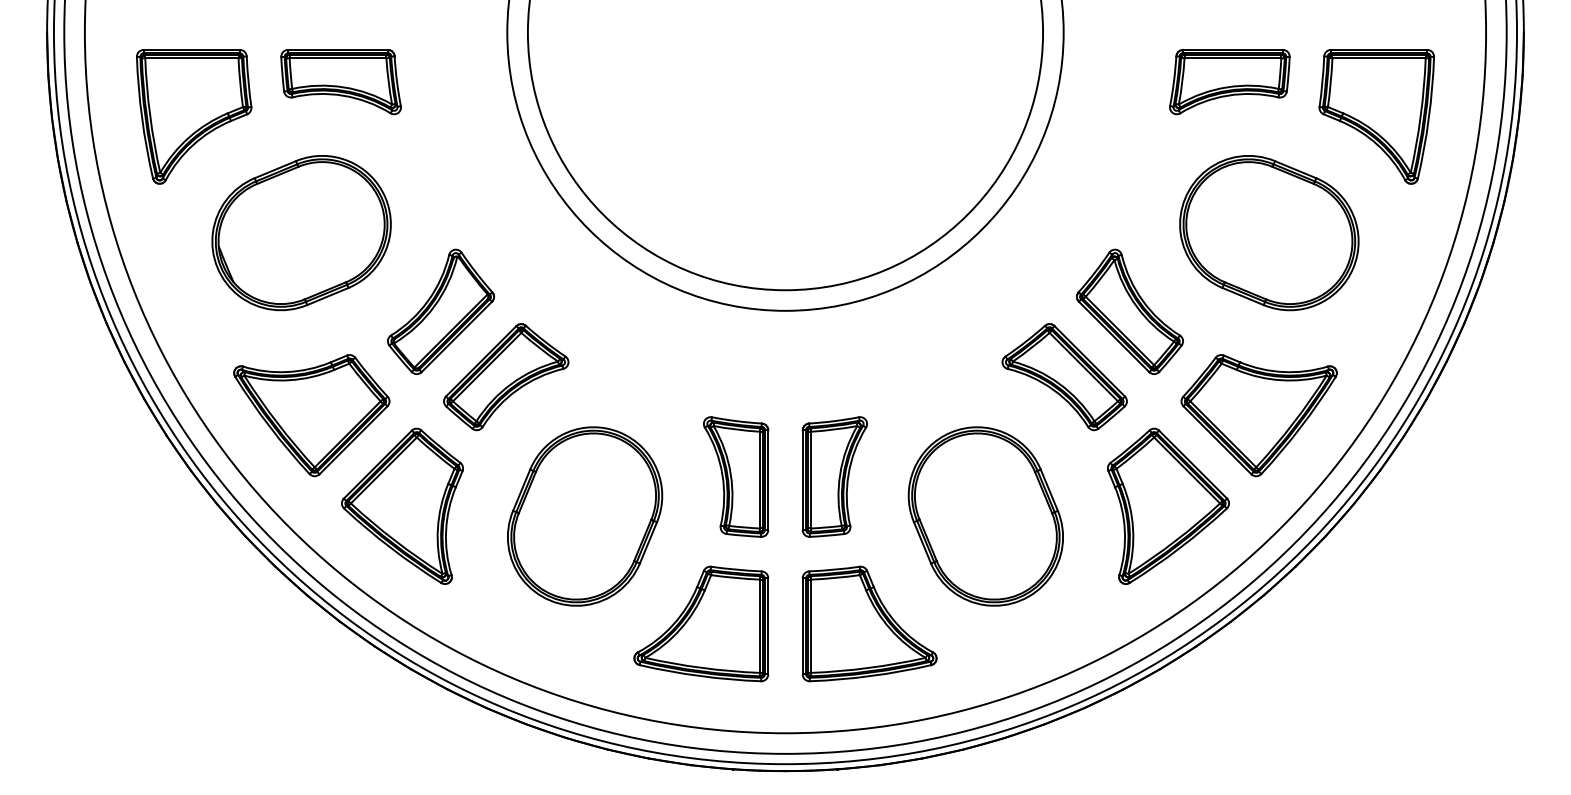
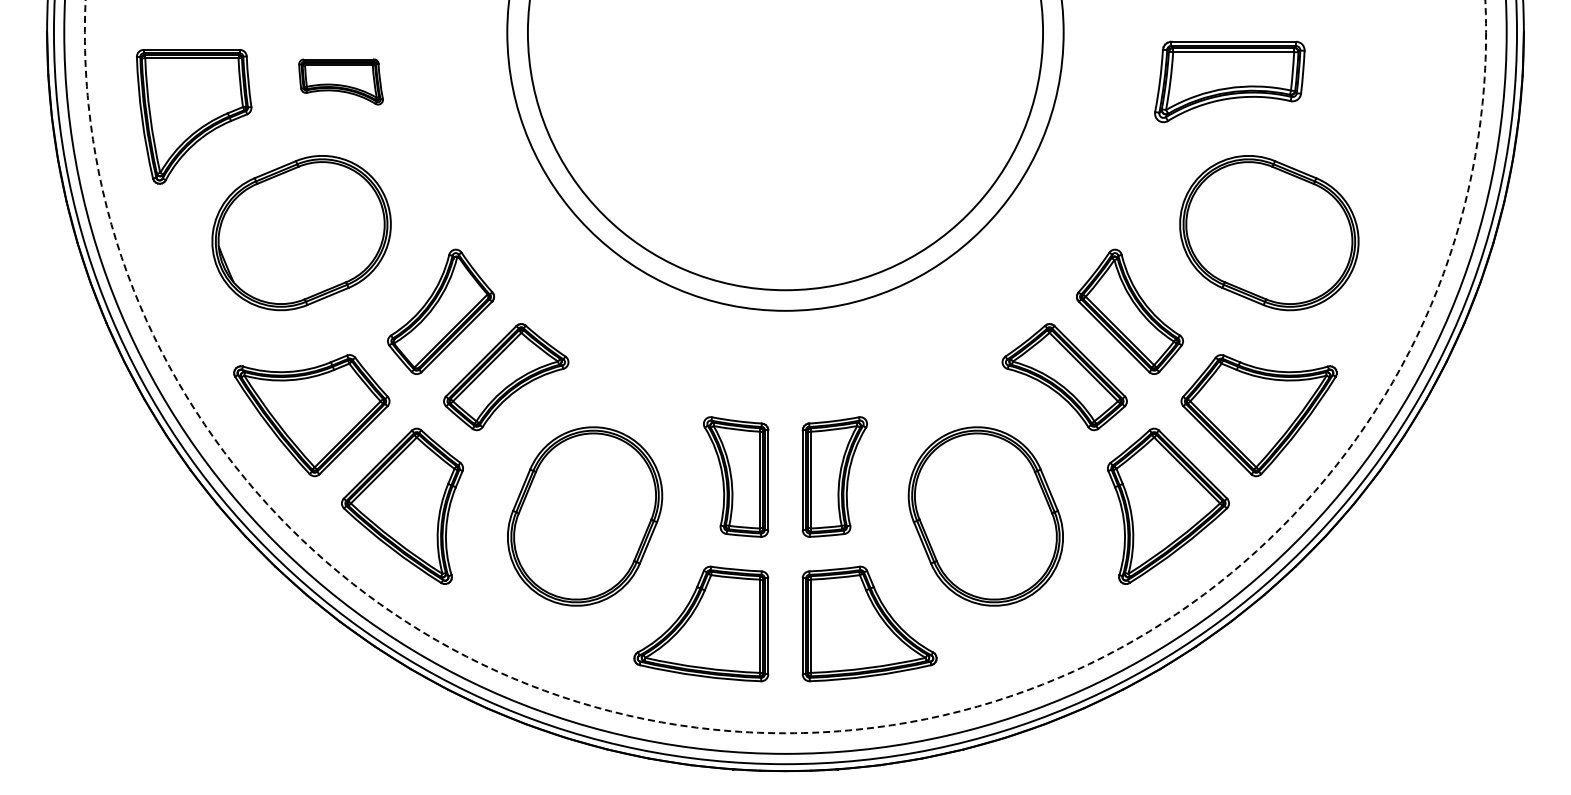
part at (340, 81) size: 122x68 px -> 86x48 px
part at (1229, 82) size: 122x67 px -> 152x84 px
part at (1376, 116): present -> none
circle at (785, 366): solid -> dashed
